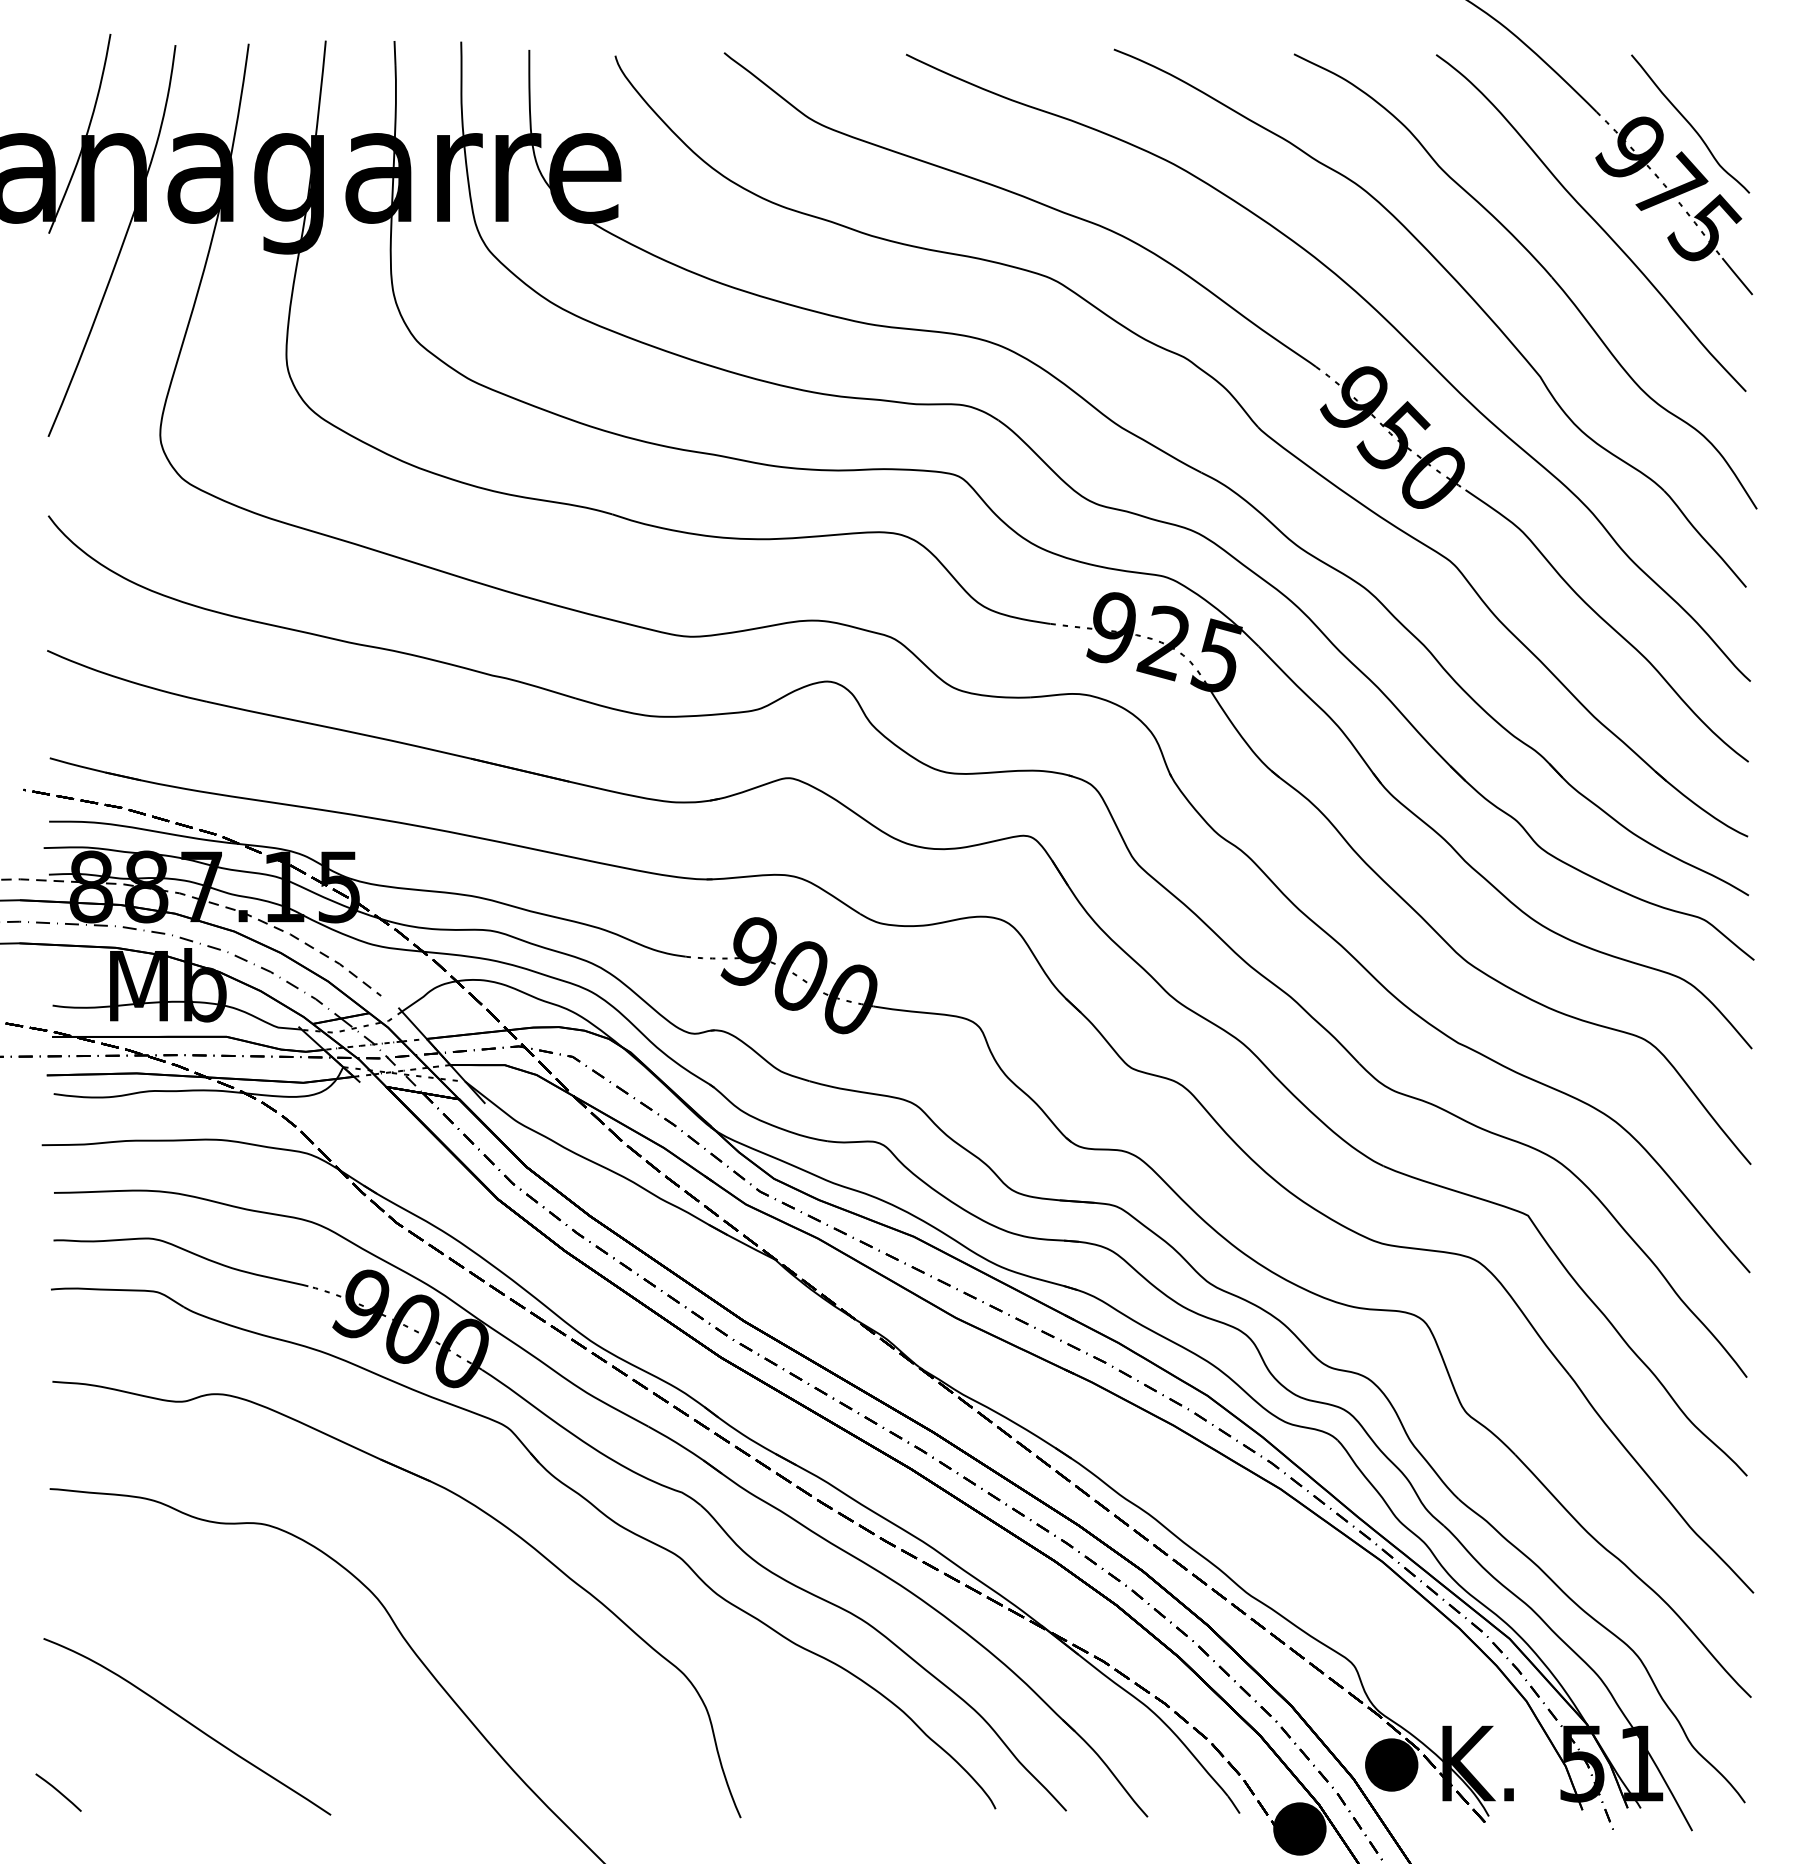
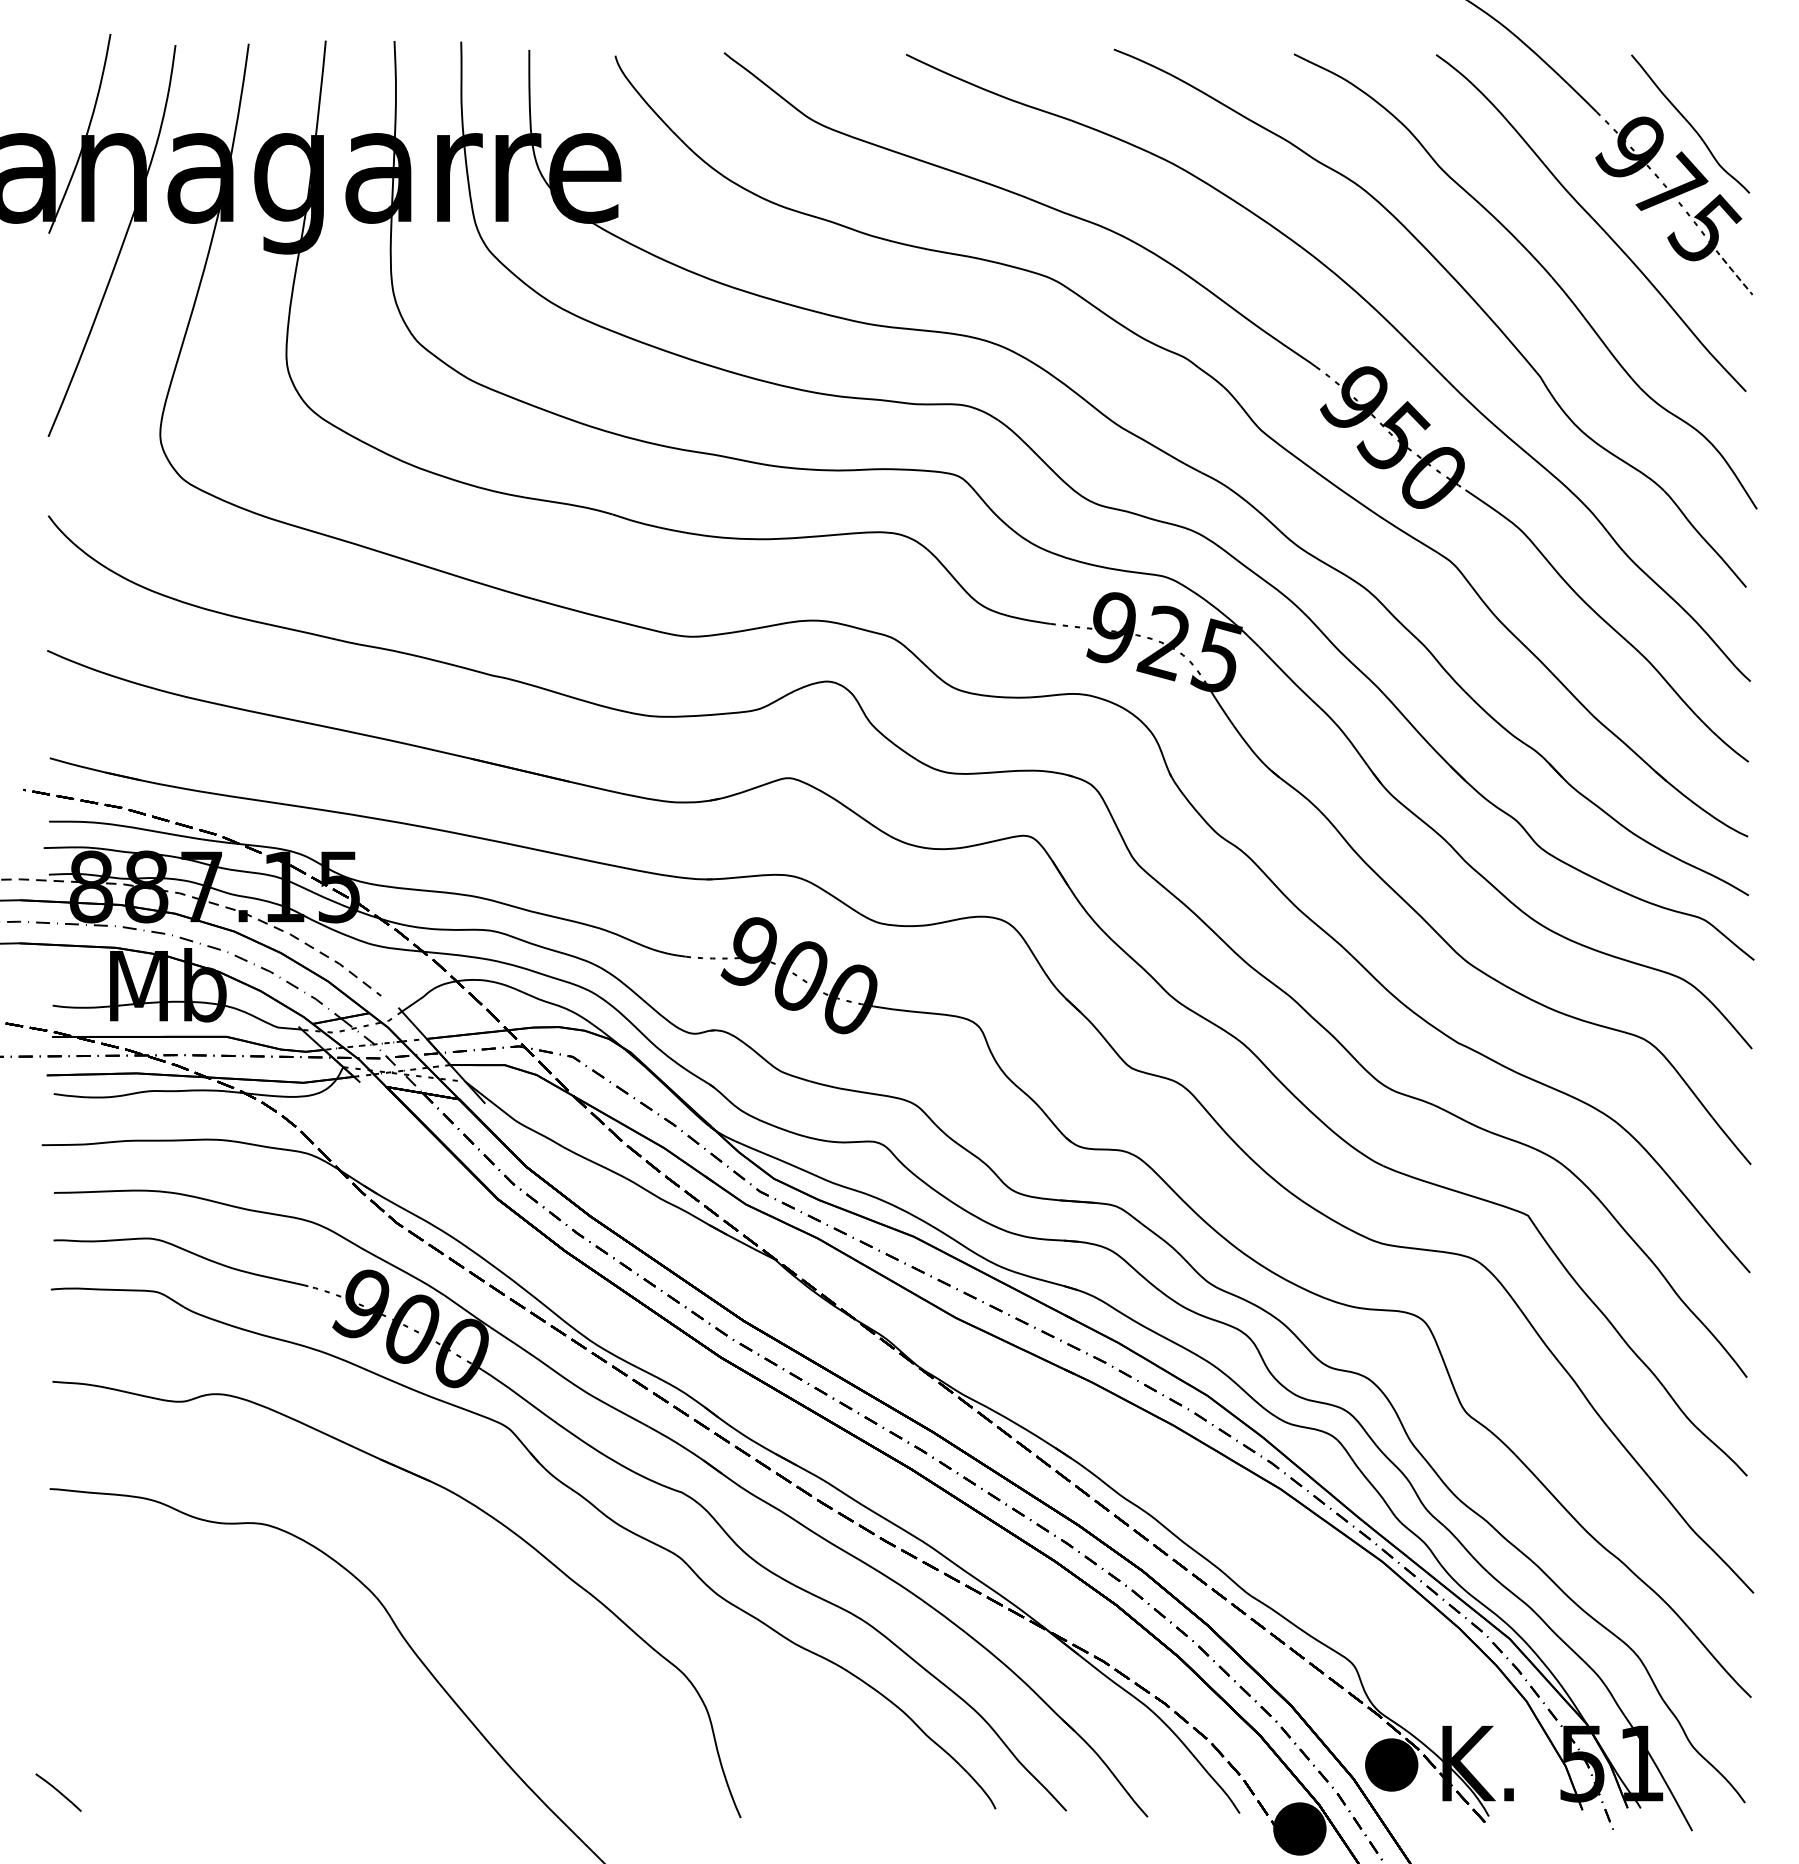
line at (1737, 276): solid -> dashed
curve at (189, 1724): present -> none
